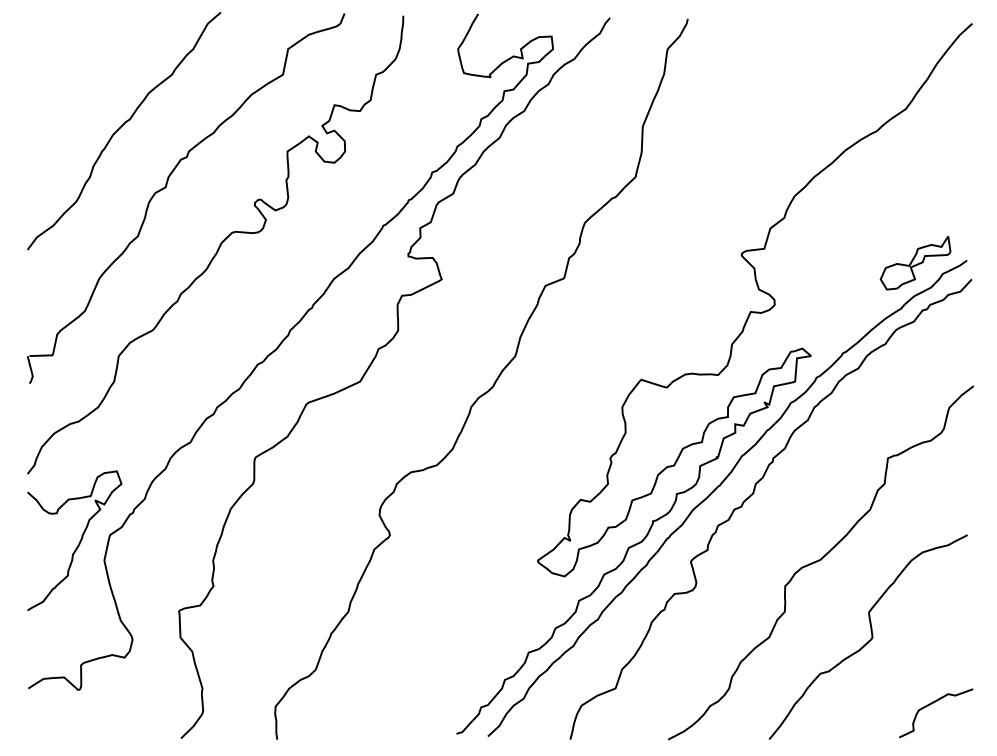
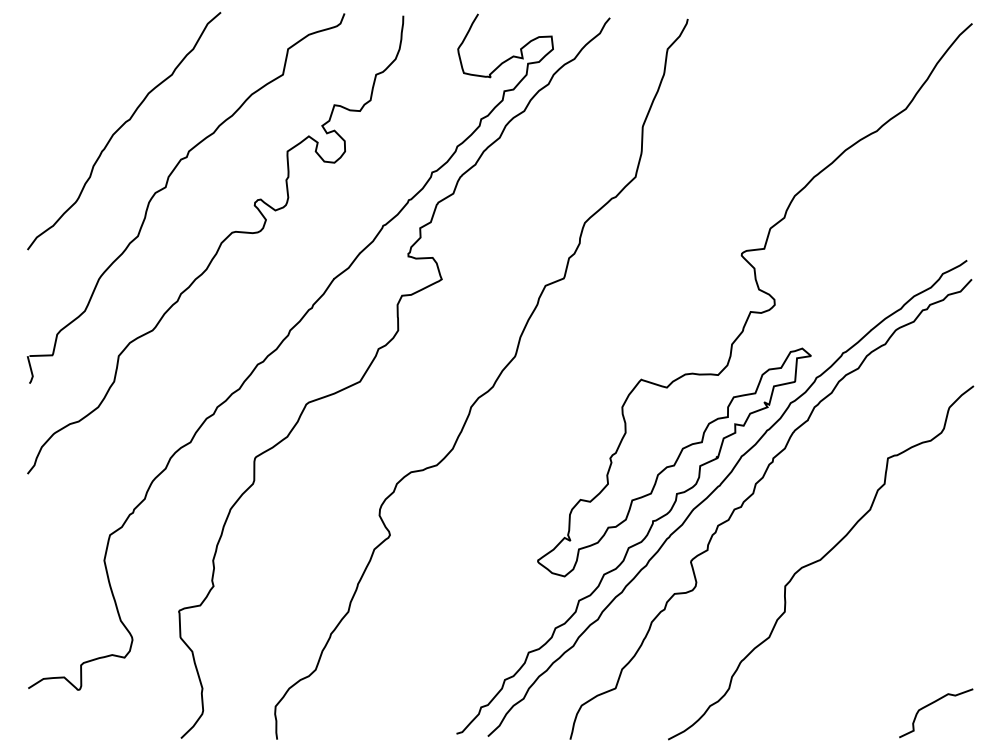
part at (915, 263): present -> none
curve at (78, 543): present -> none
curve at (870, 638): present -> none
